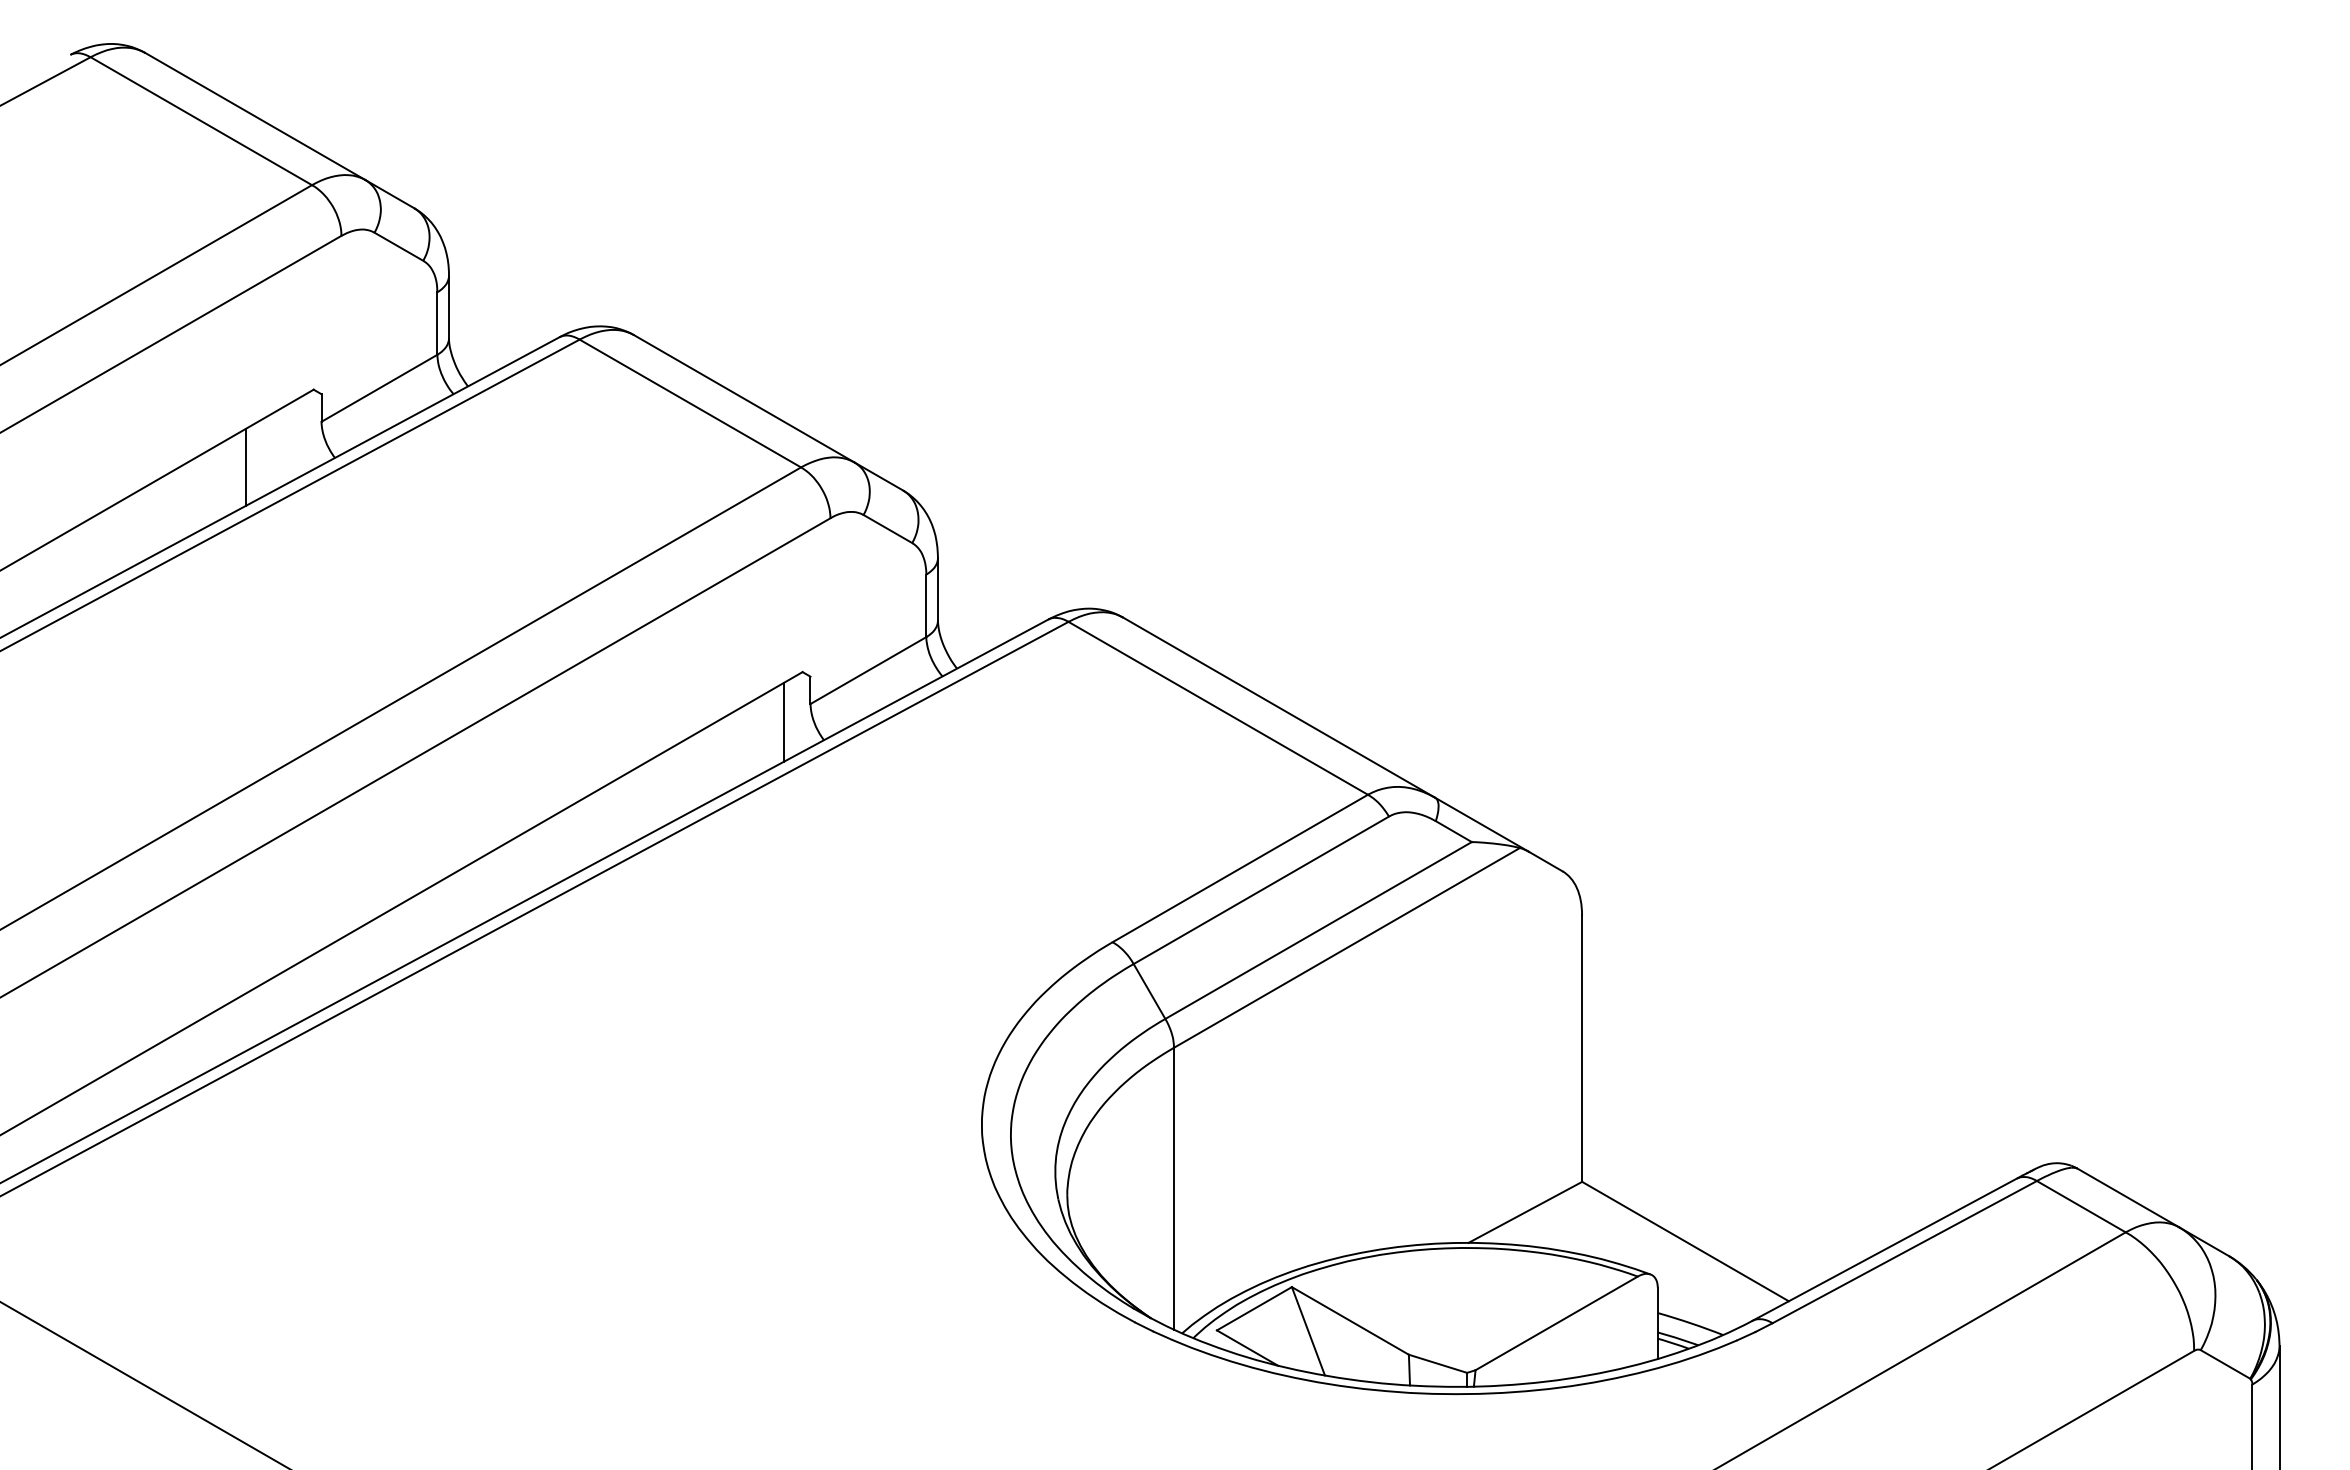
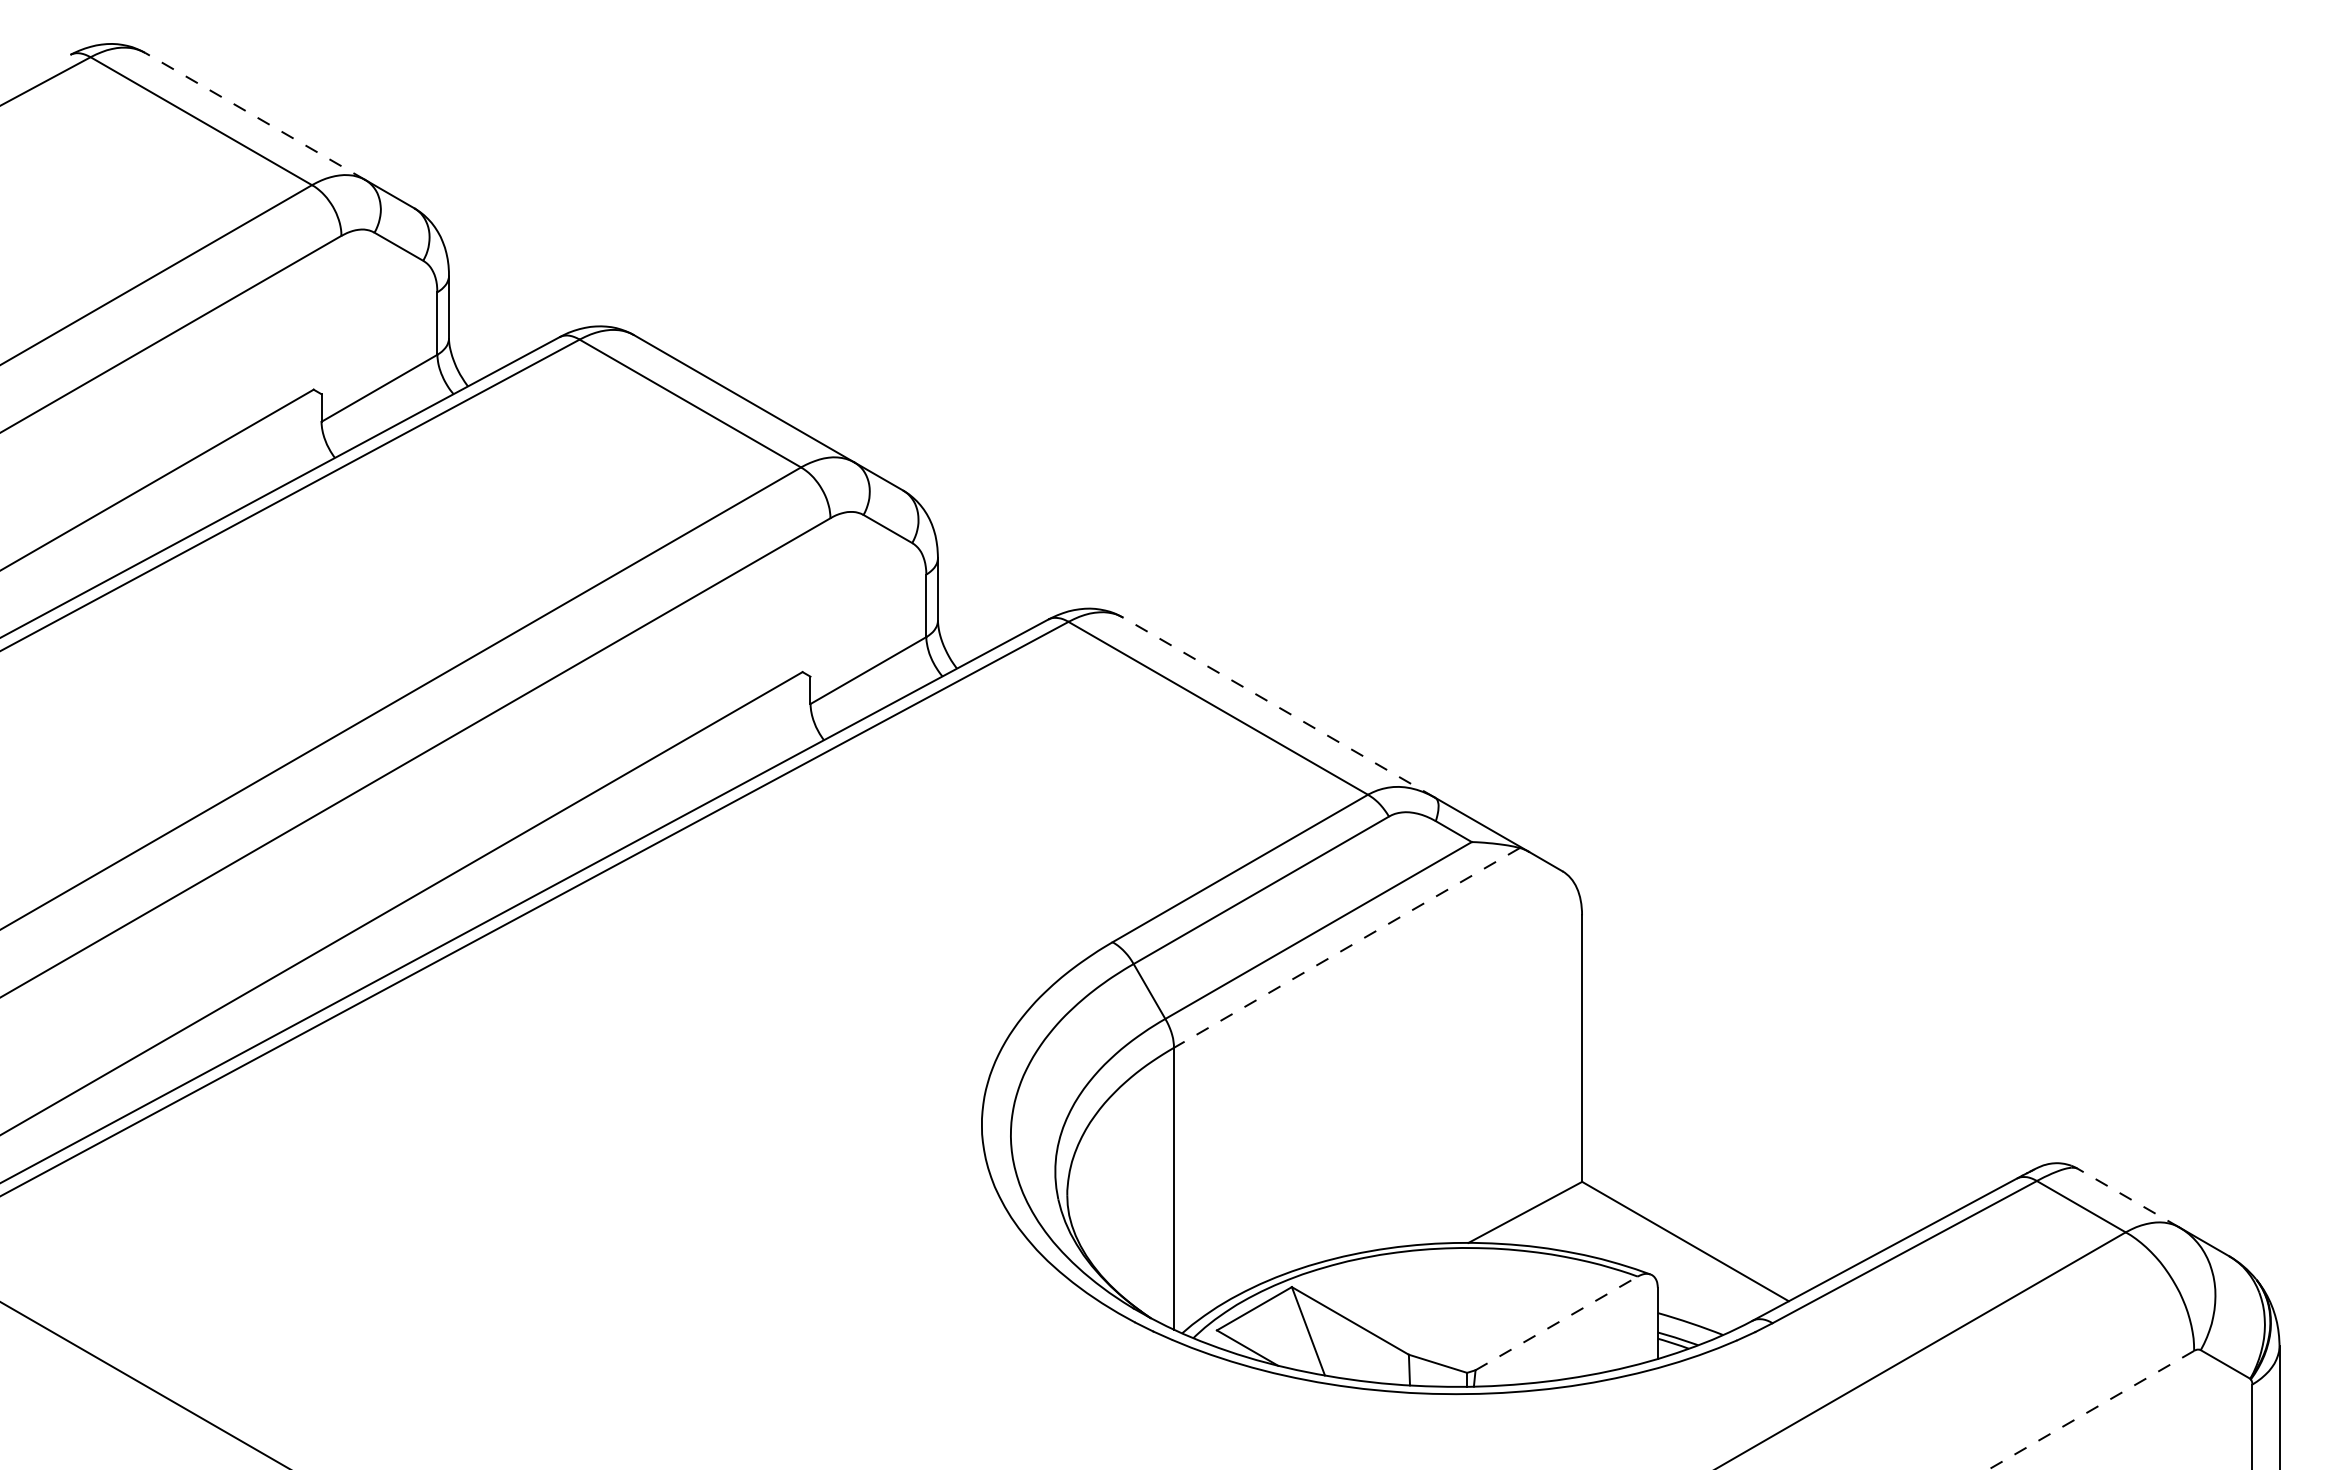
line at (254, 116): solid -> dashed
line at (245, 466): present -> none
line at (1278, 707): solid -> dashed
line at (783, 722): present -> none
line at (1346, 947): solid -> dashed
line at (2128, 1198): solid -> dashed
line at (1556, 1323): solid -> dashed
line at (2091, 1410): solid -> dashed
